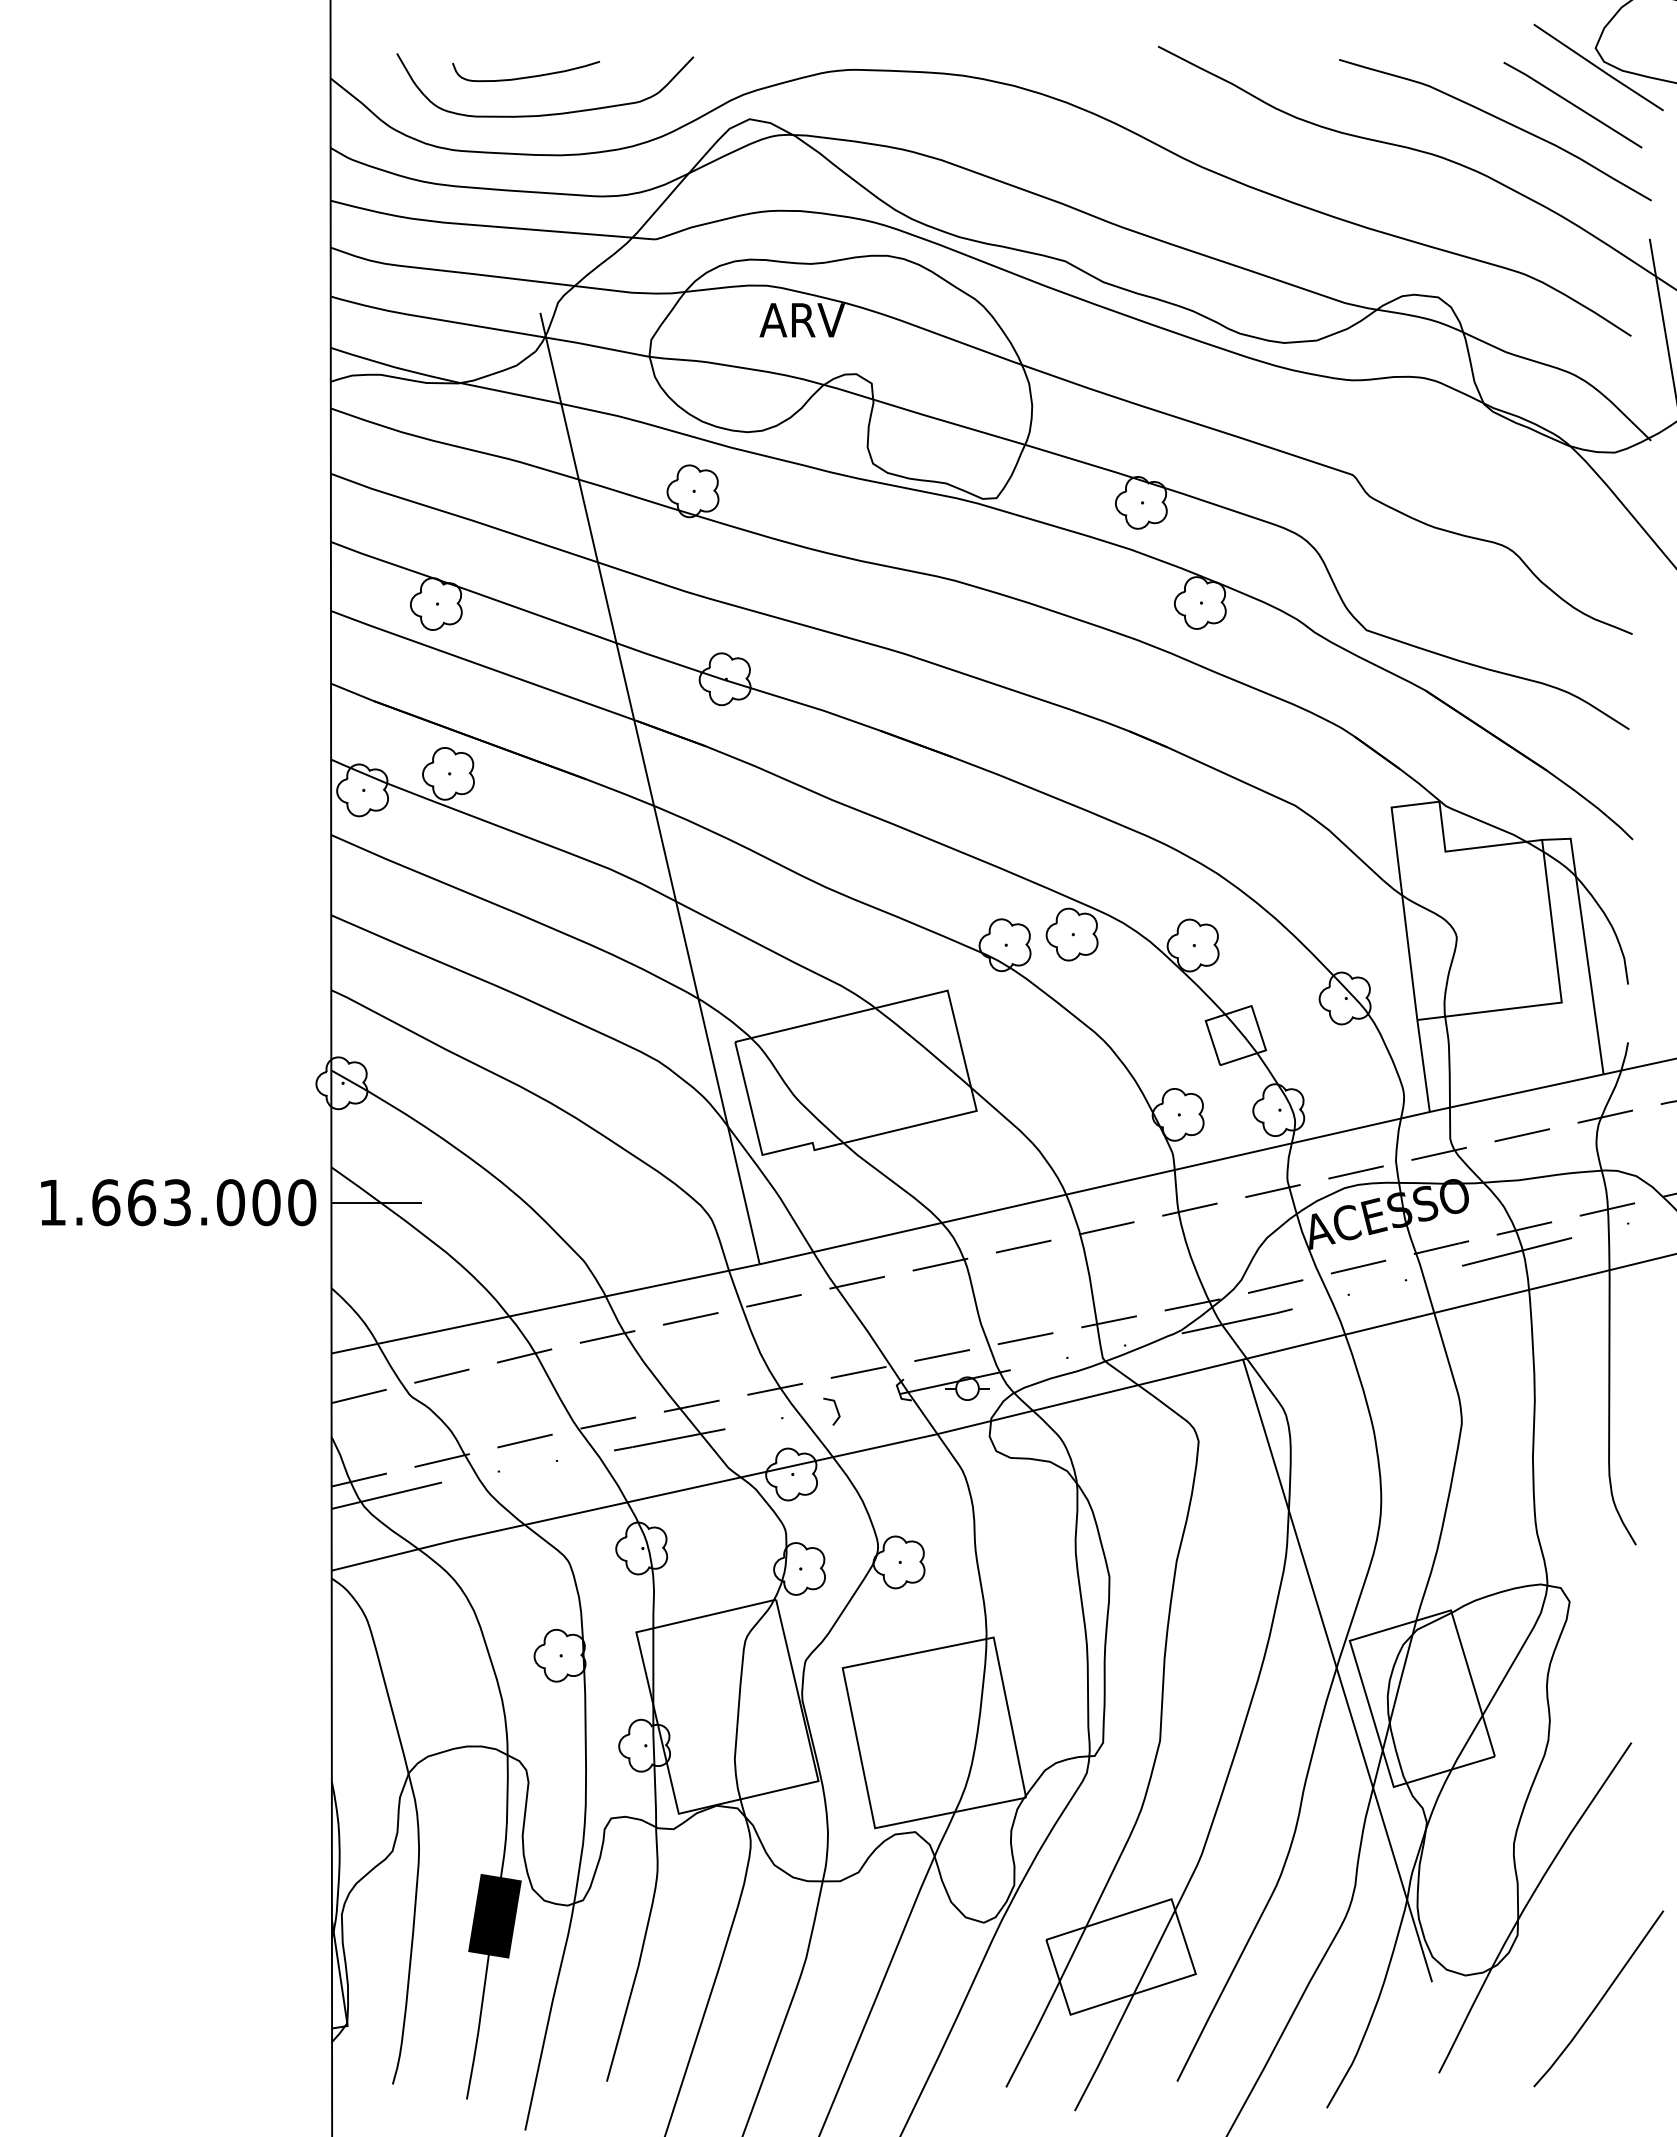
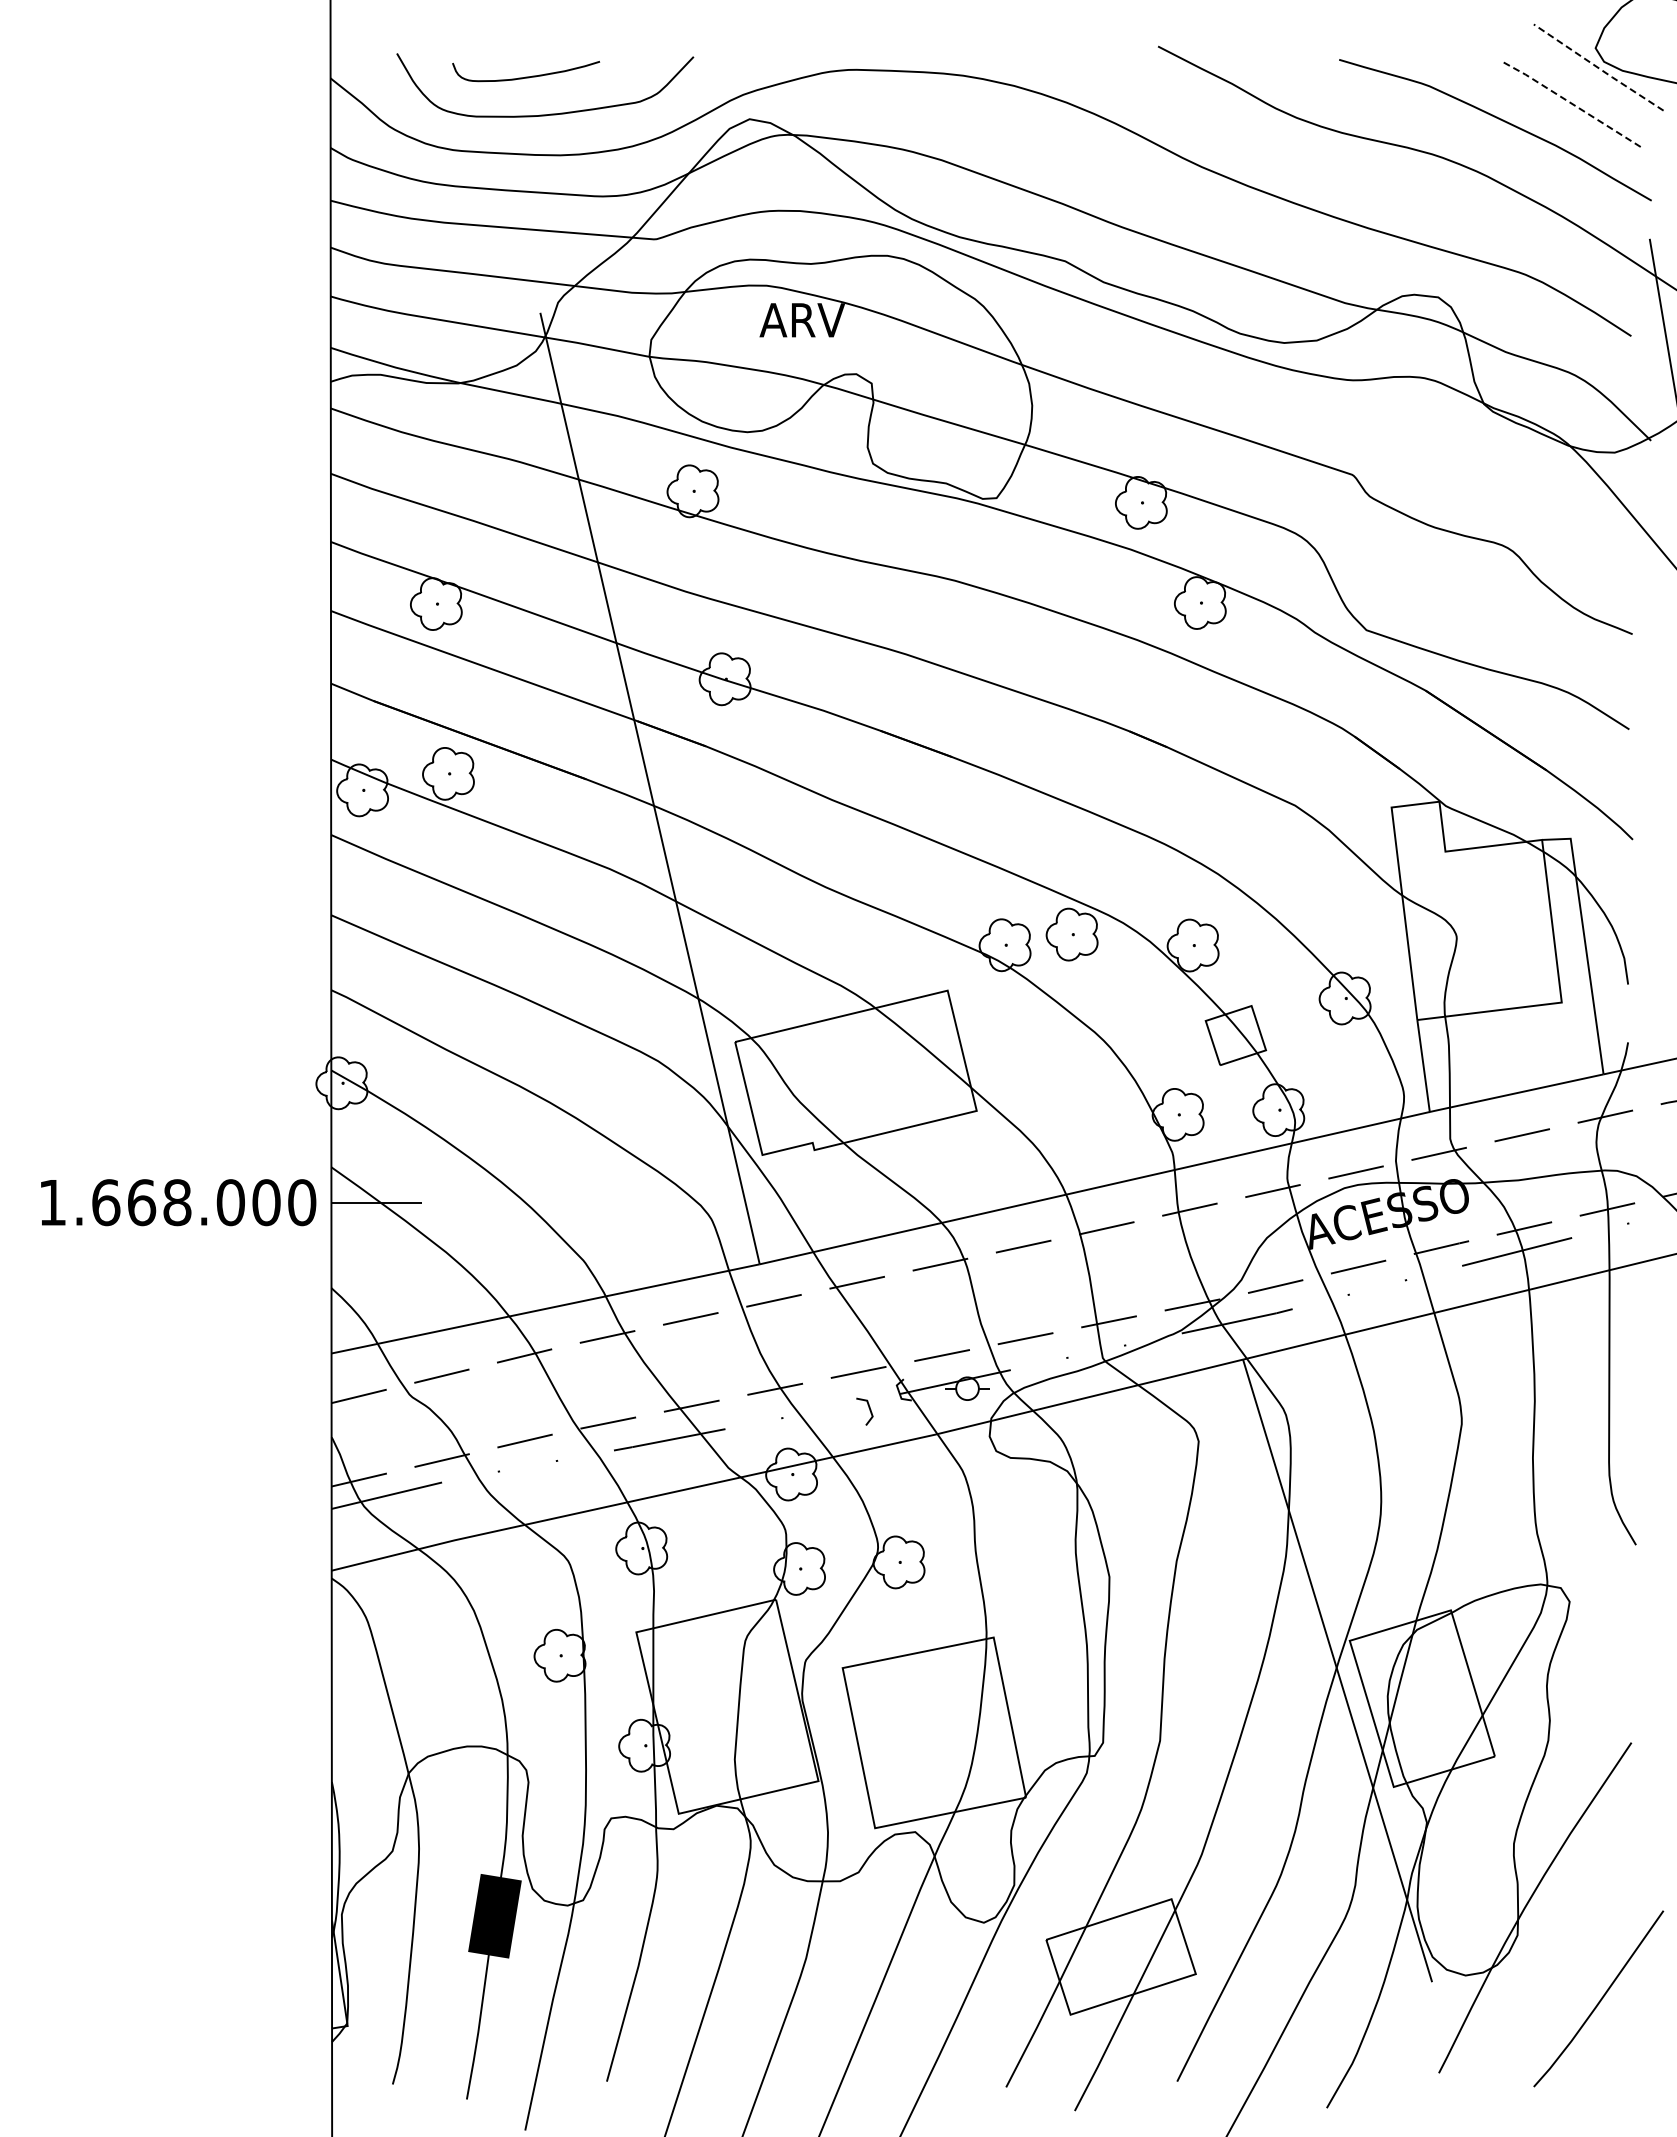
line at (1598, 68): solid -> dashed
line at (1573, 104): solid -> dashed
text at (177, 1202): 1.663.000 -> 1.668.000
line at (836, 1410) position: (836, 1410) -> (869, 1410)
